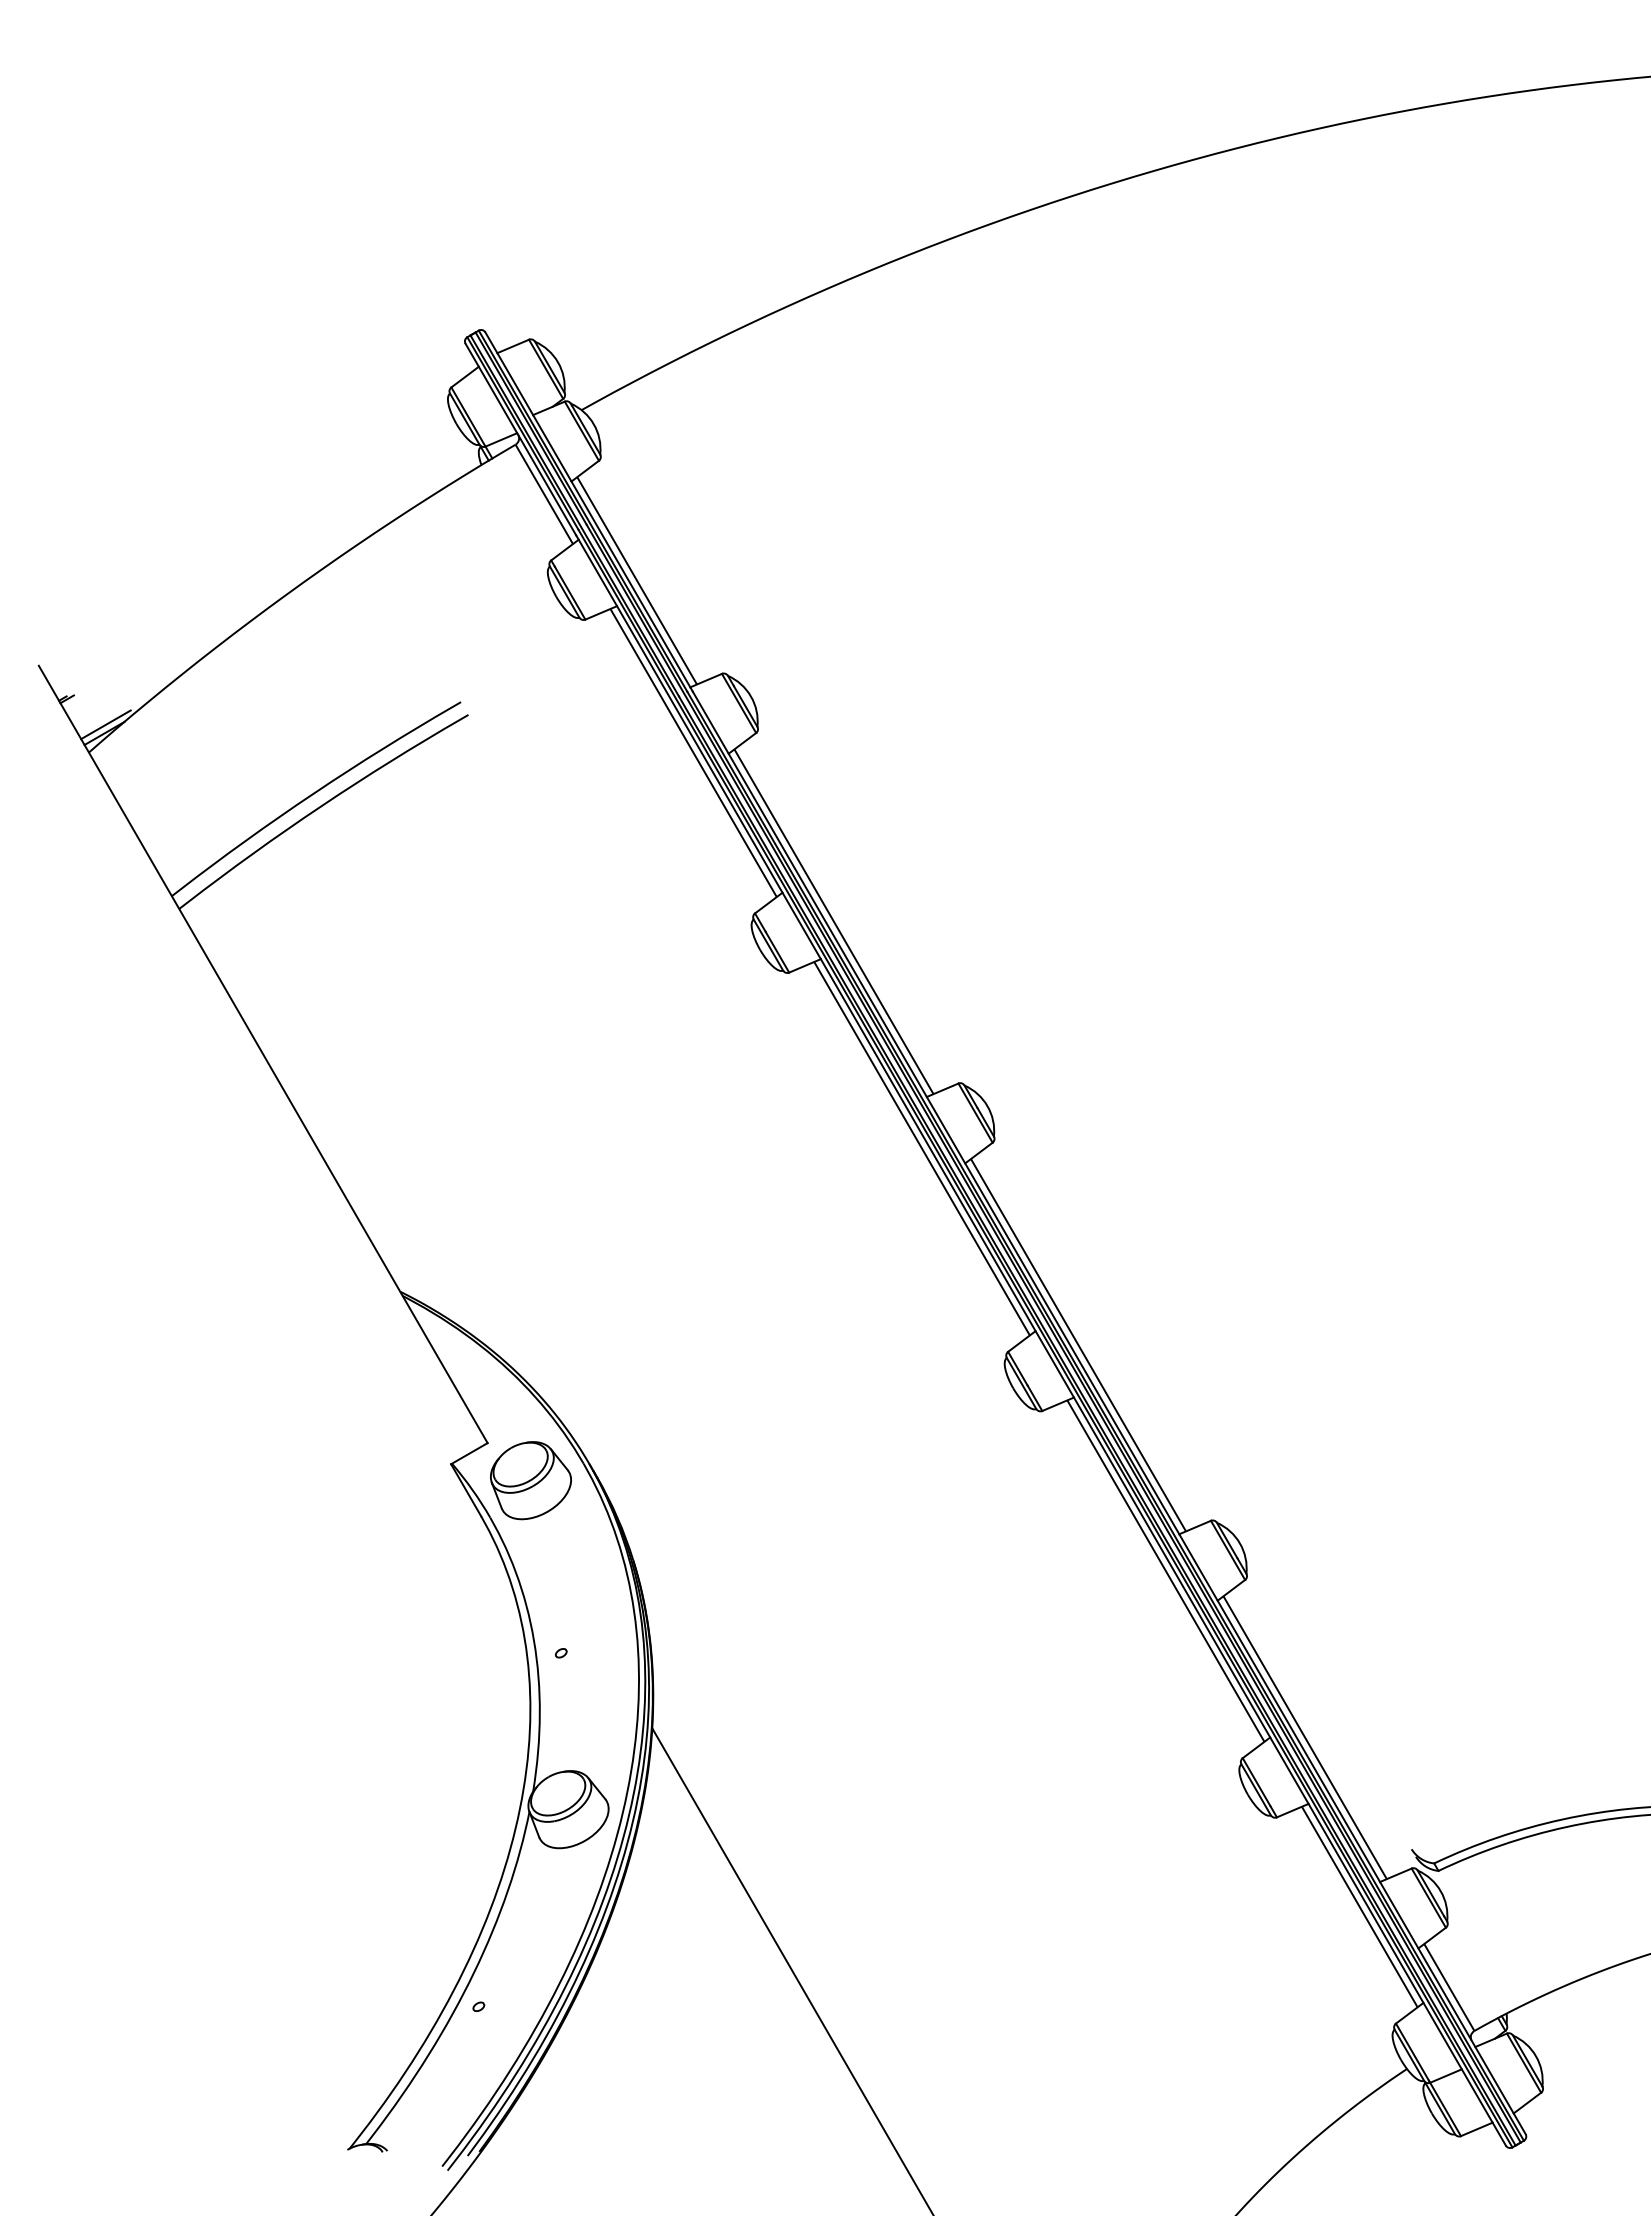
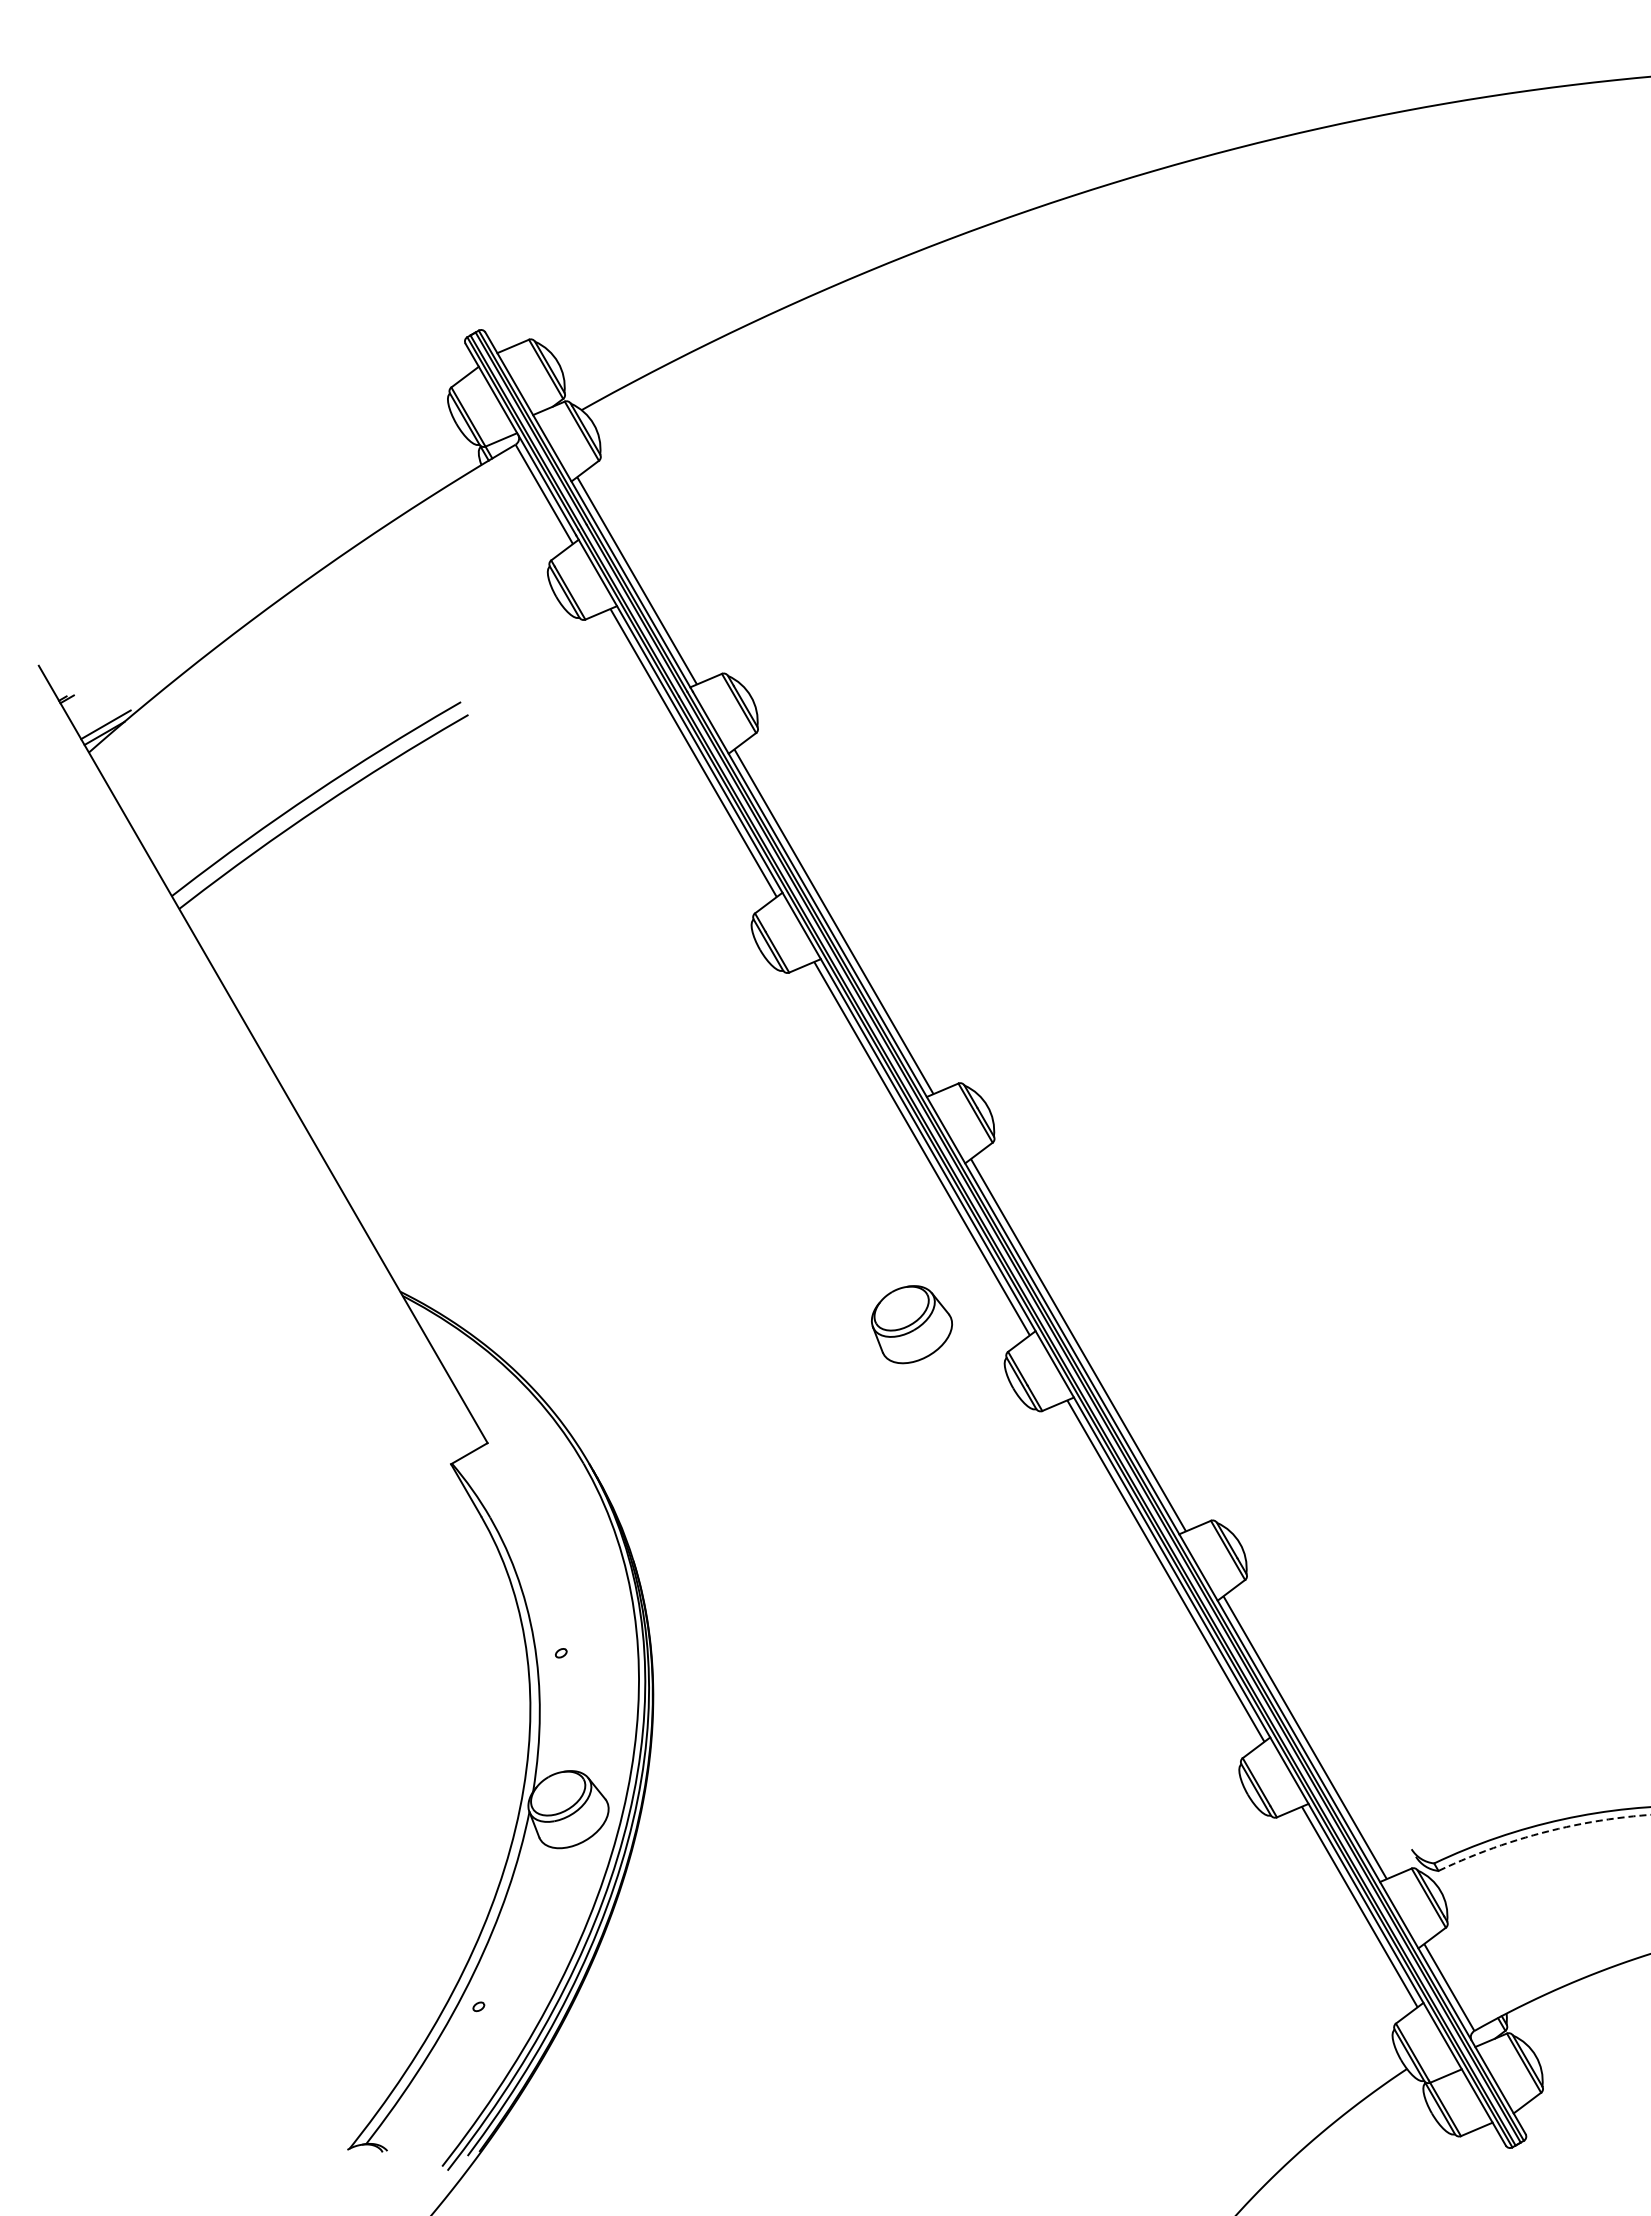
part at (530, 1480) position: (530, 1480) -> (911, 1324)
arc at (1541, 1833): solid -> dashed
line at (791, 1970): present -> none
